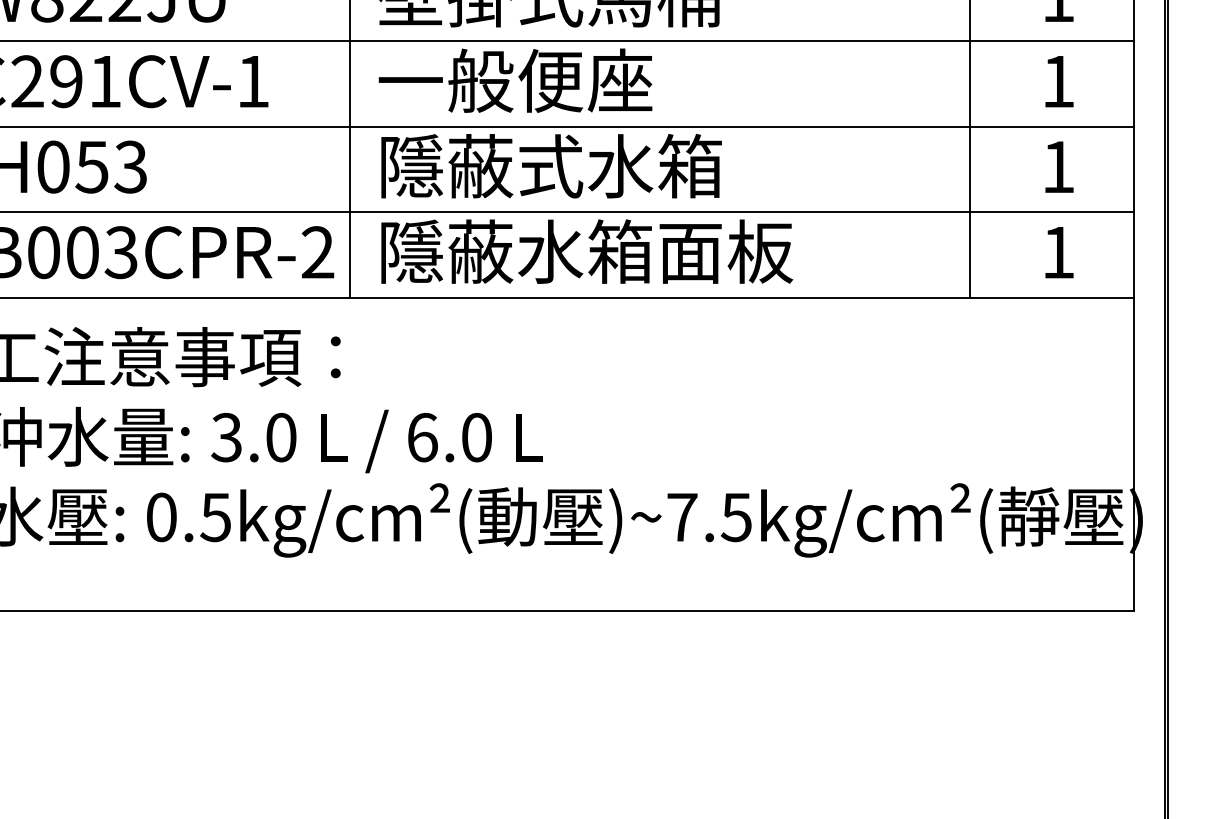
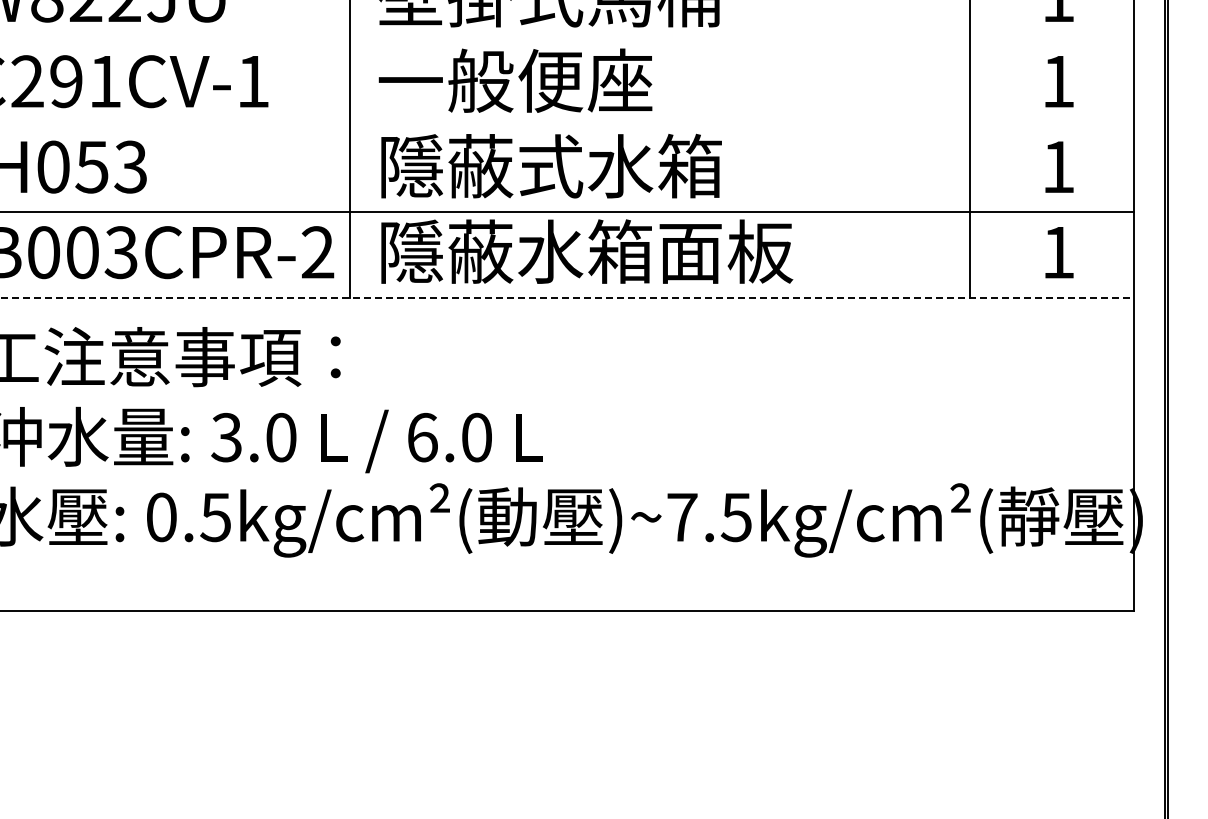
line at (567, 41): present -> none
line at (567, 126): present -> none
line at (567, 297): solid -> dashed
